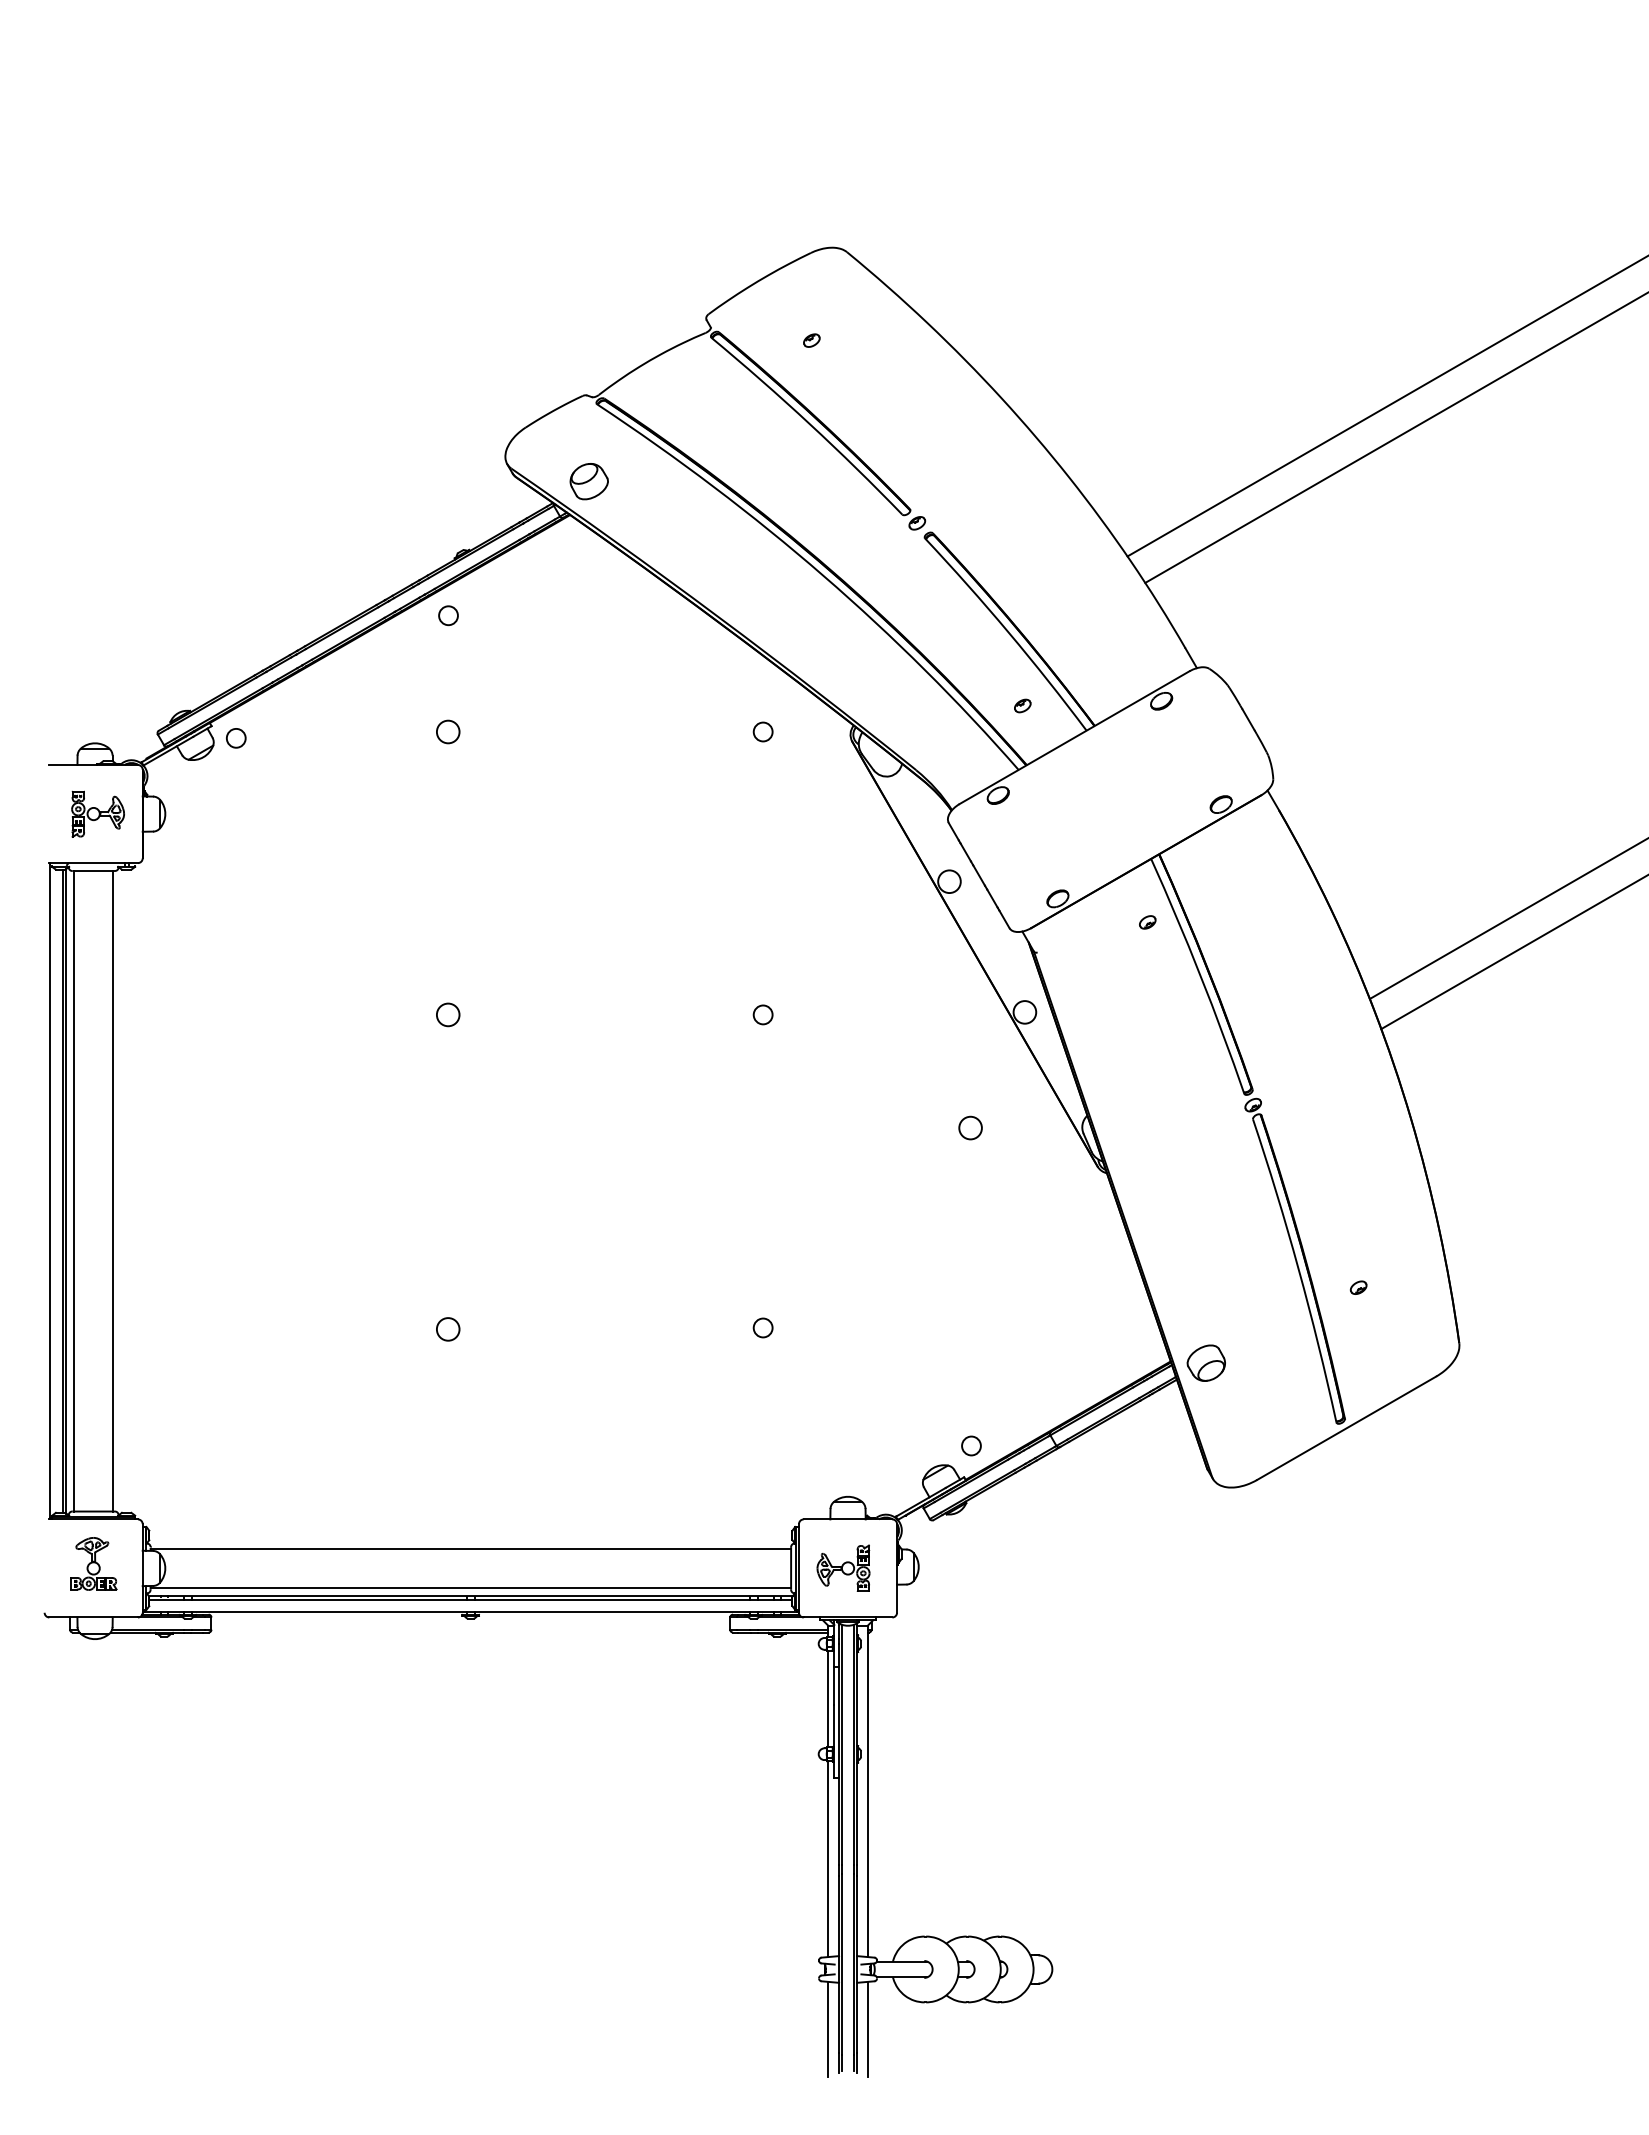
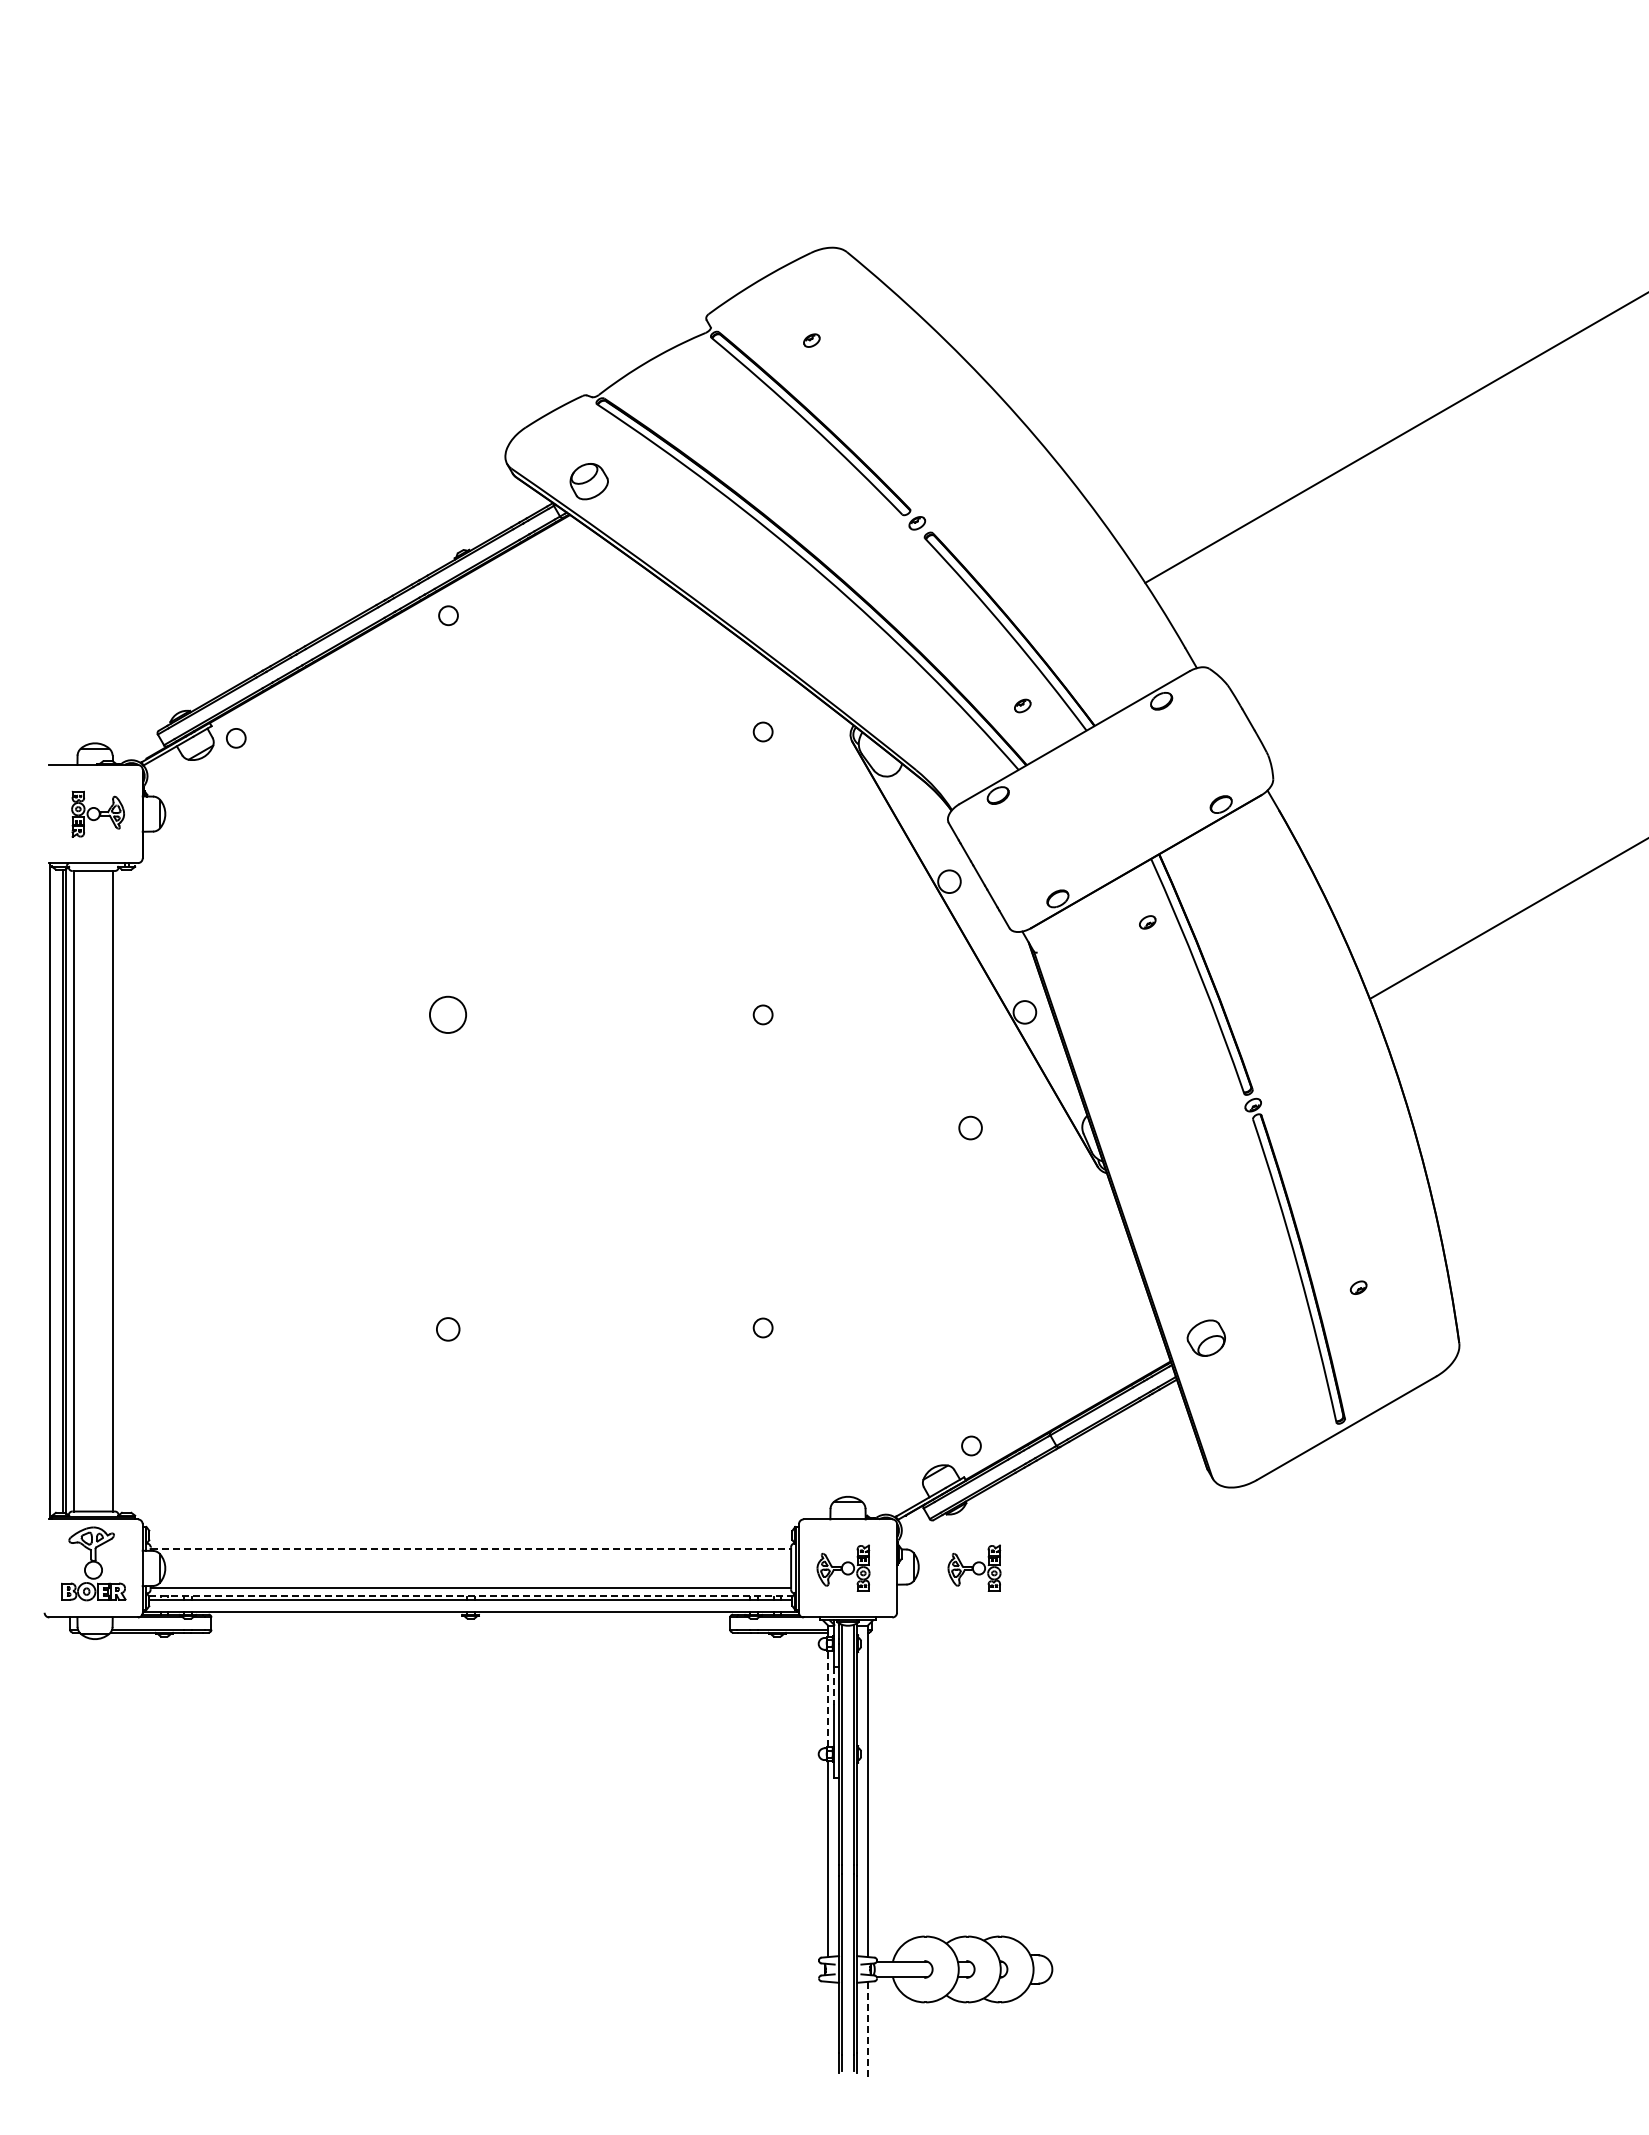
line at (1386, 406): present -> none
circle at (448, 731): present -> none
line at (1513, 952): present -> none
circle at (448, 1014) size: 25x26 px -> 38x39 px
part at (1205, 1362) position: (1205, 1362) -> (1205, 1337)
line at (471, 1548): solid -> dashed
part at (93, 1563) size: 48x54 px -> 66x76 px
part at (974, 1567): none -> present
line at (471, 1595): solid -> dashed
line at (834, 1686): solid -> dashed
line at (828, 1698): solid -> dashed
line at (828, 2029): present -> none
line at (867, 2029): solid -> dashed
